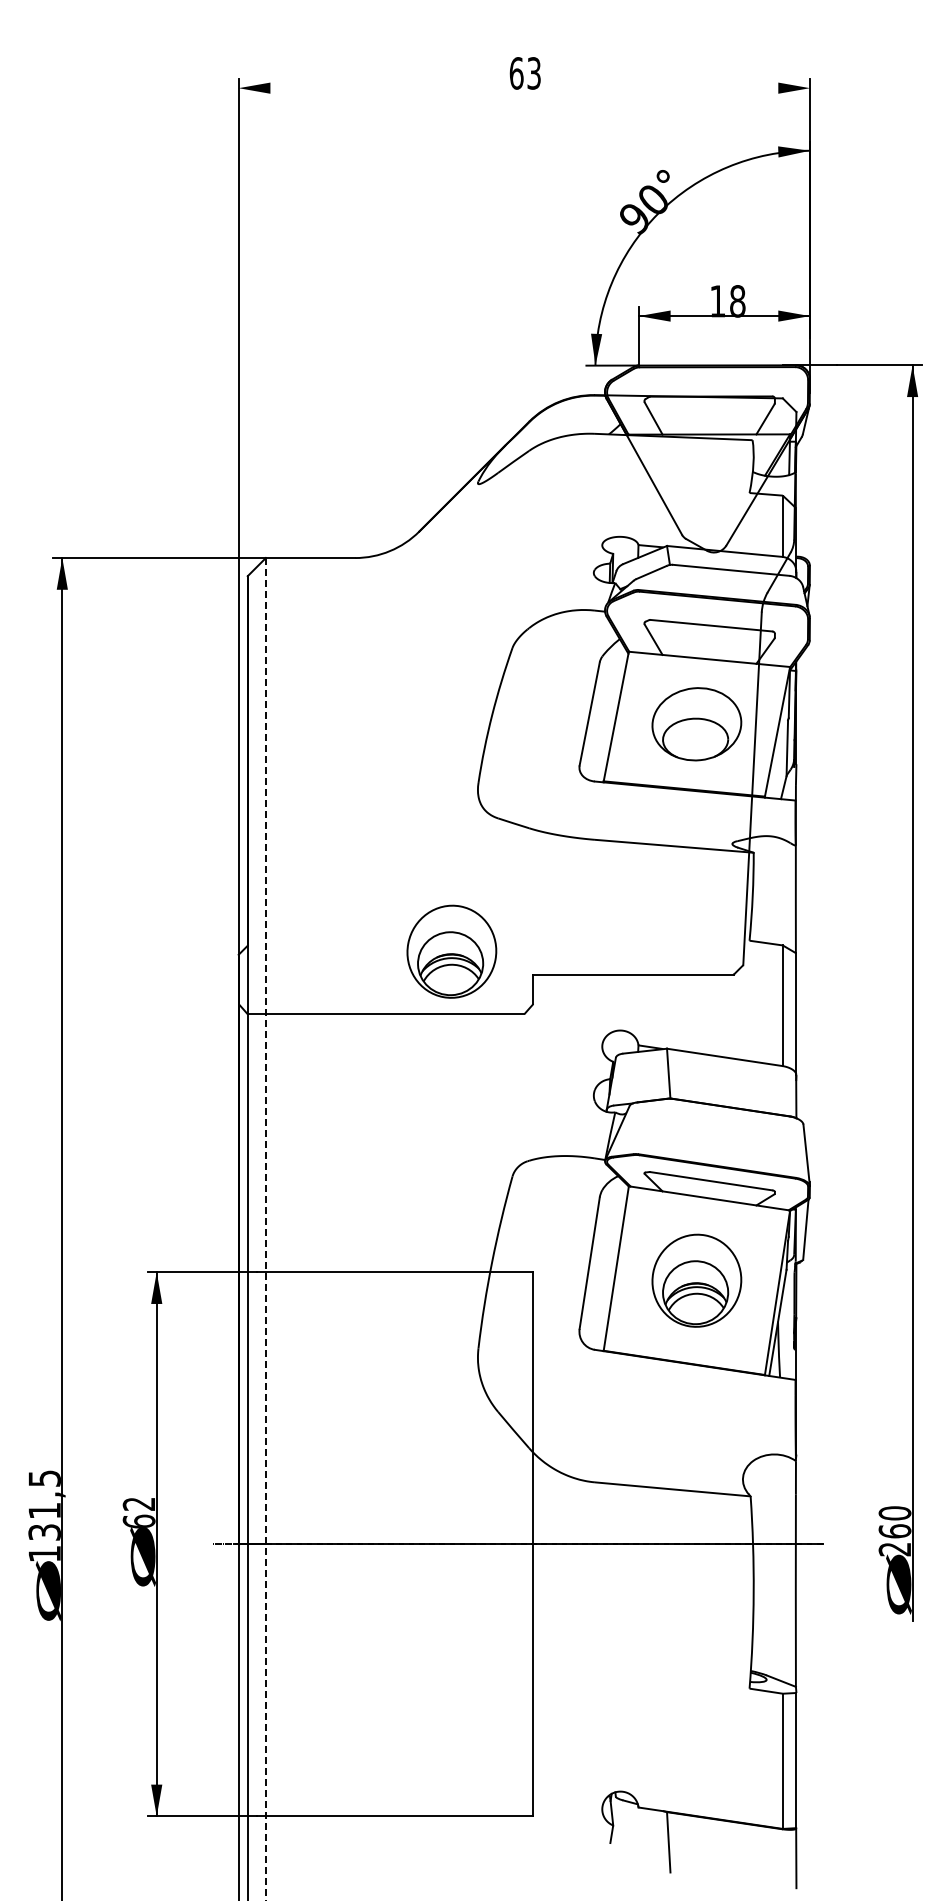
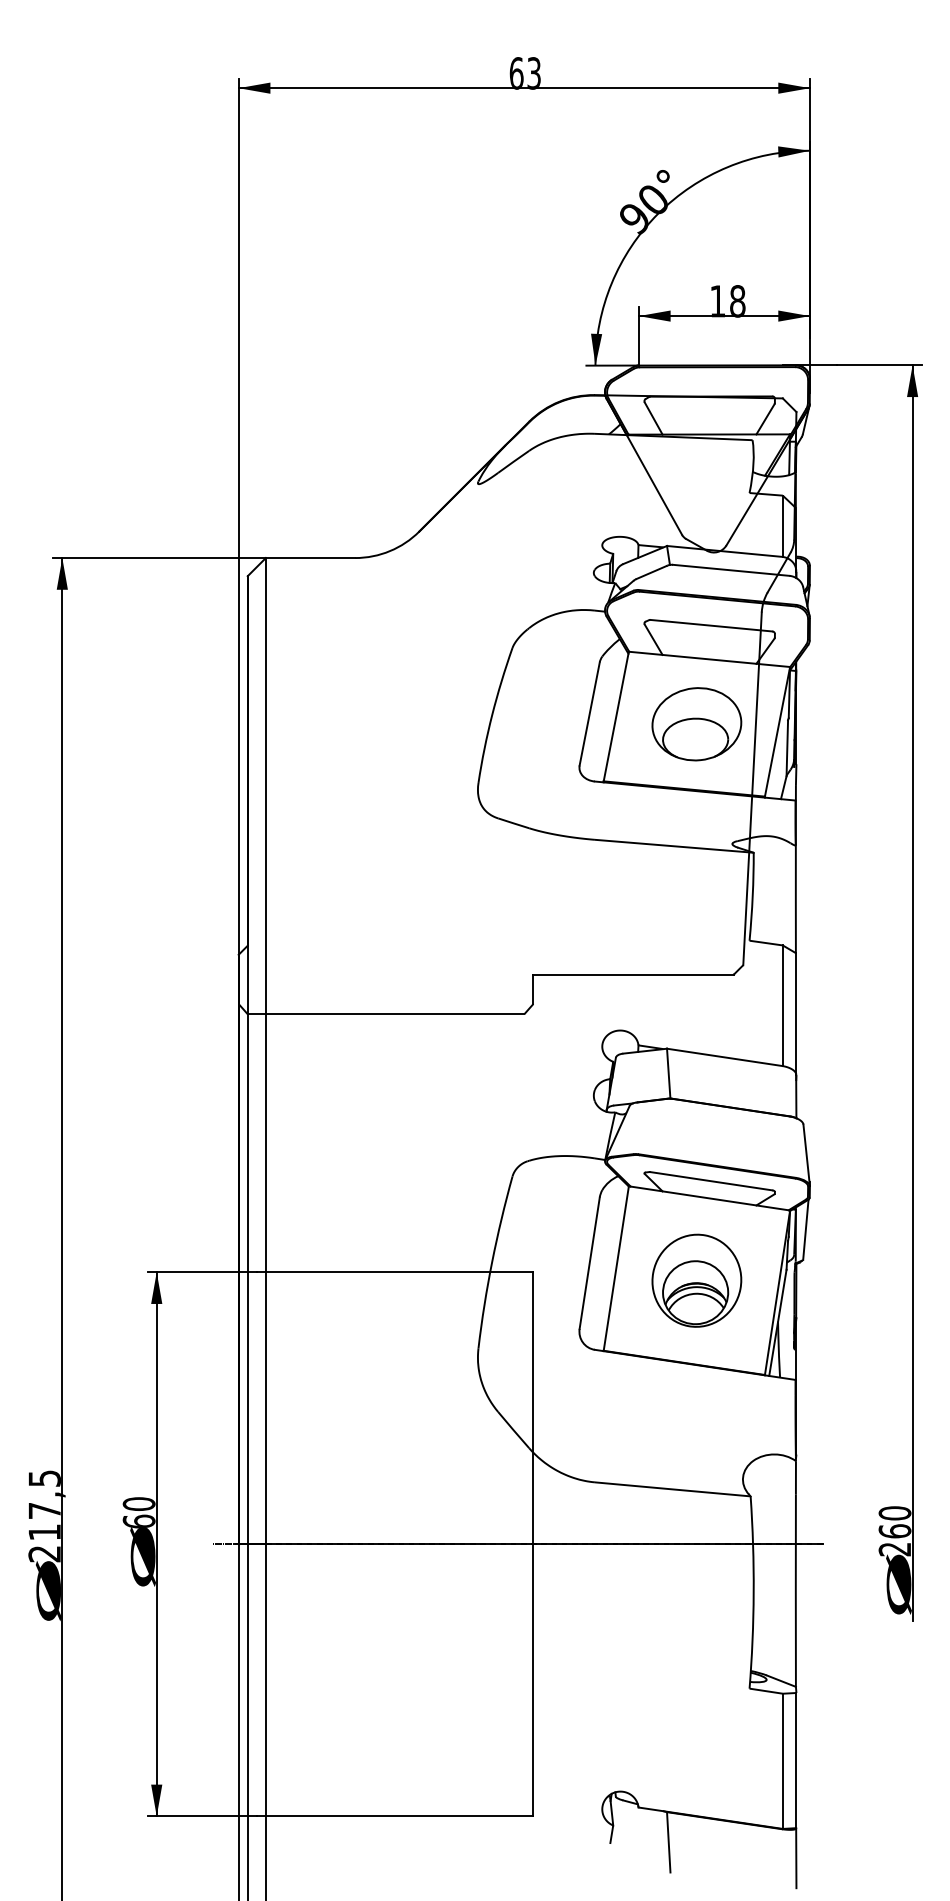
line at (524, 88): none -> present
part at (451, 951): present -> none
line at (265, 1229): dashed -> solid
text at (138, 1503): 62 -> 60
text at (44, 1532): 131,5 -> 217,5
